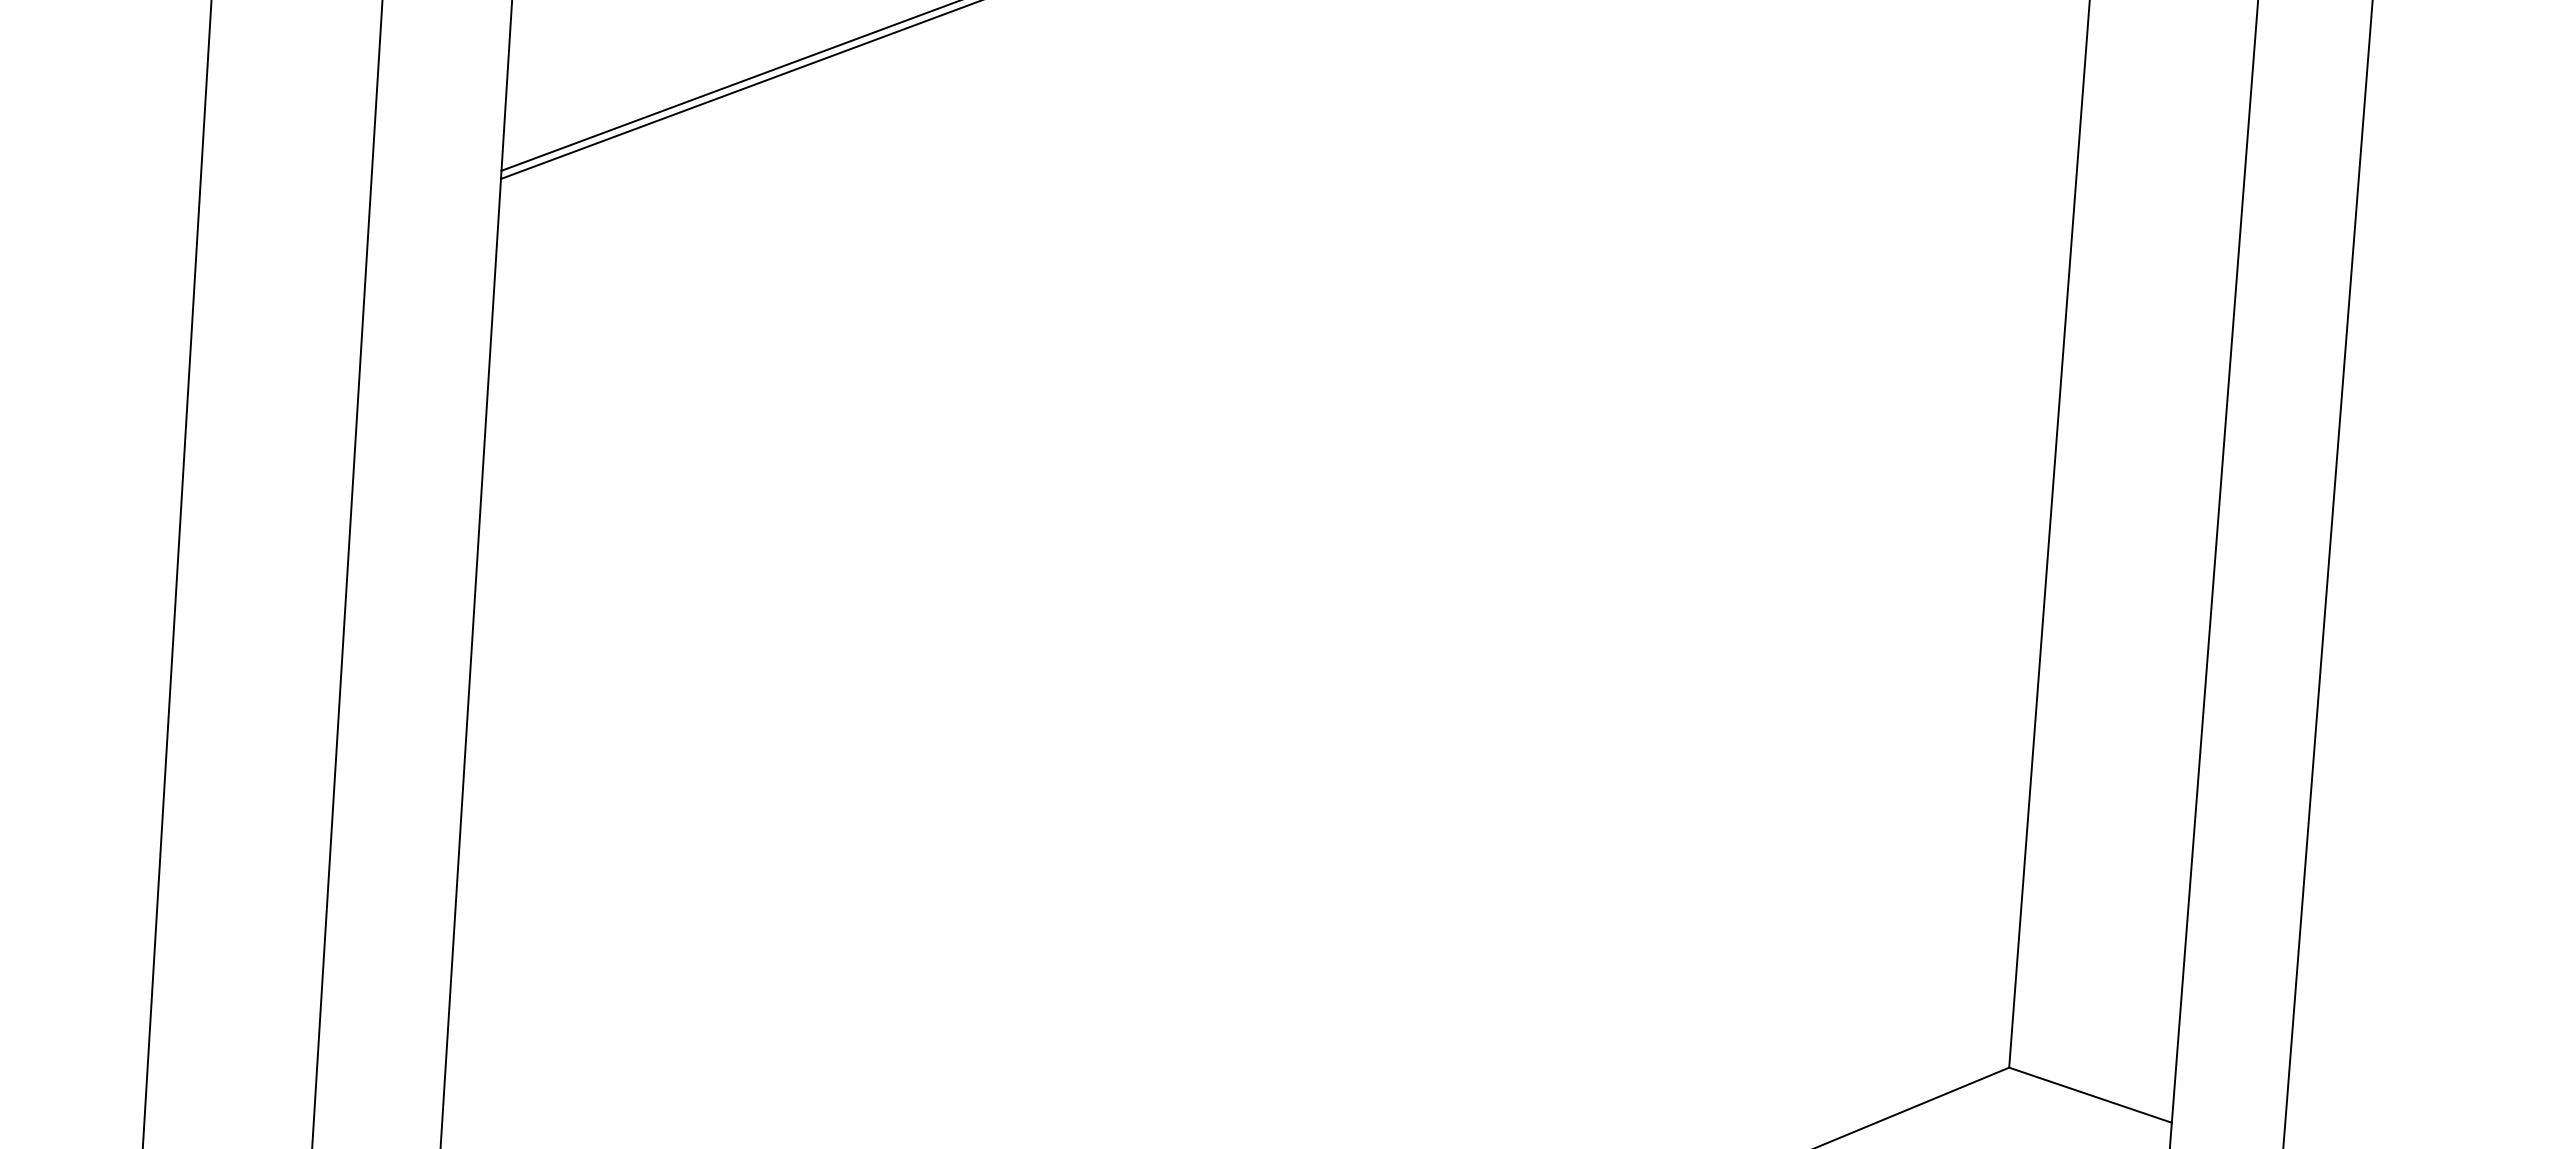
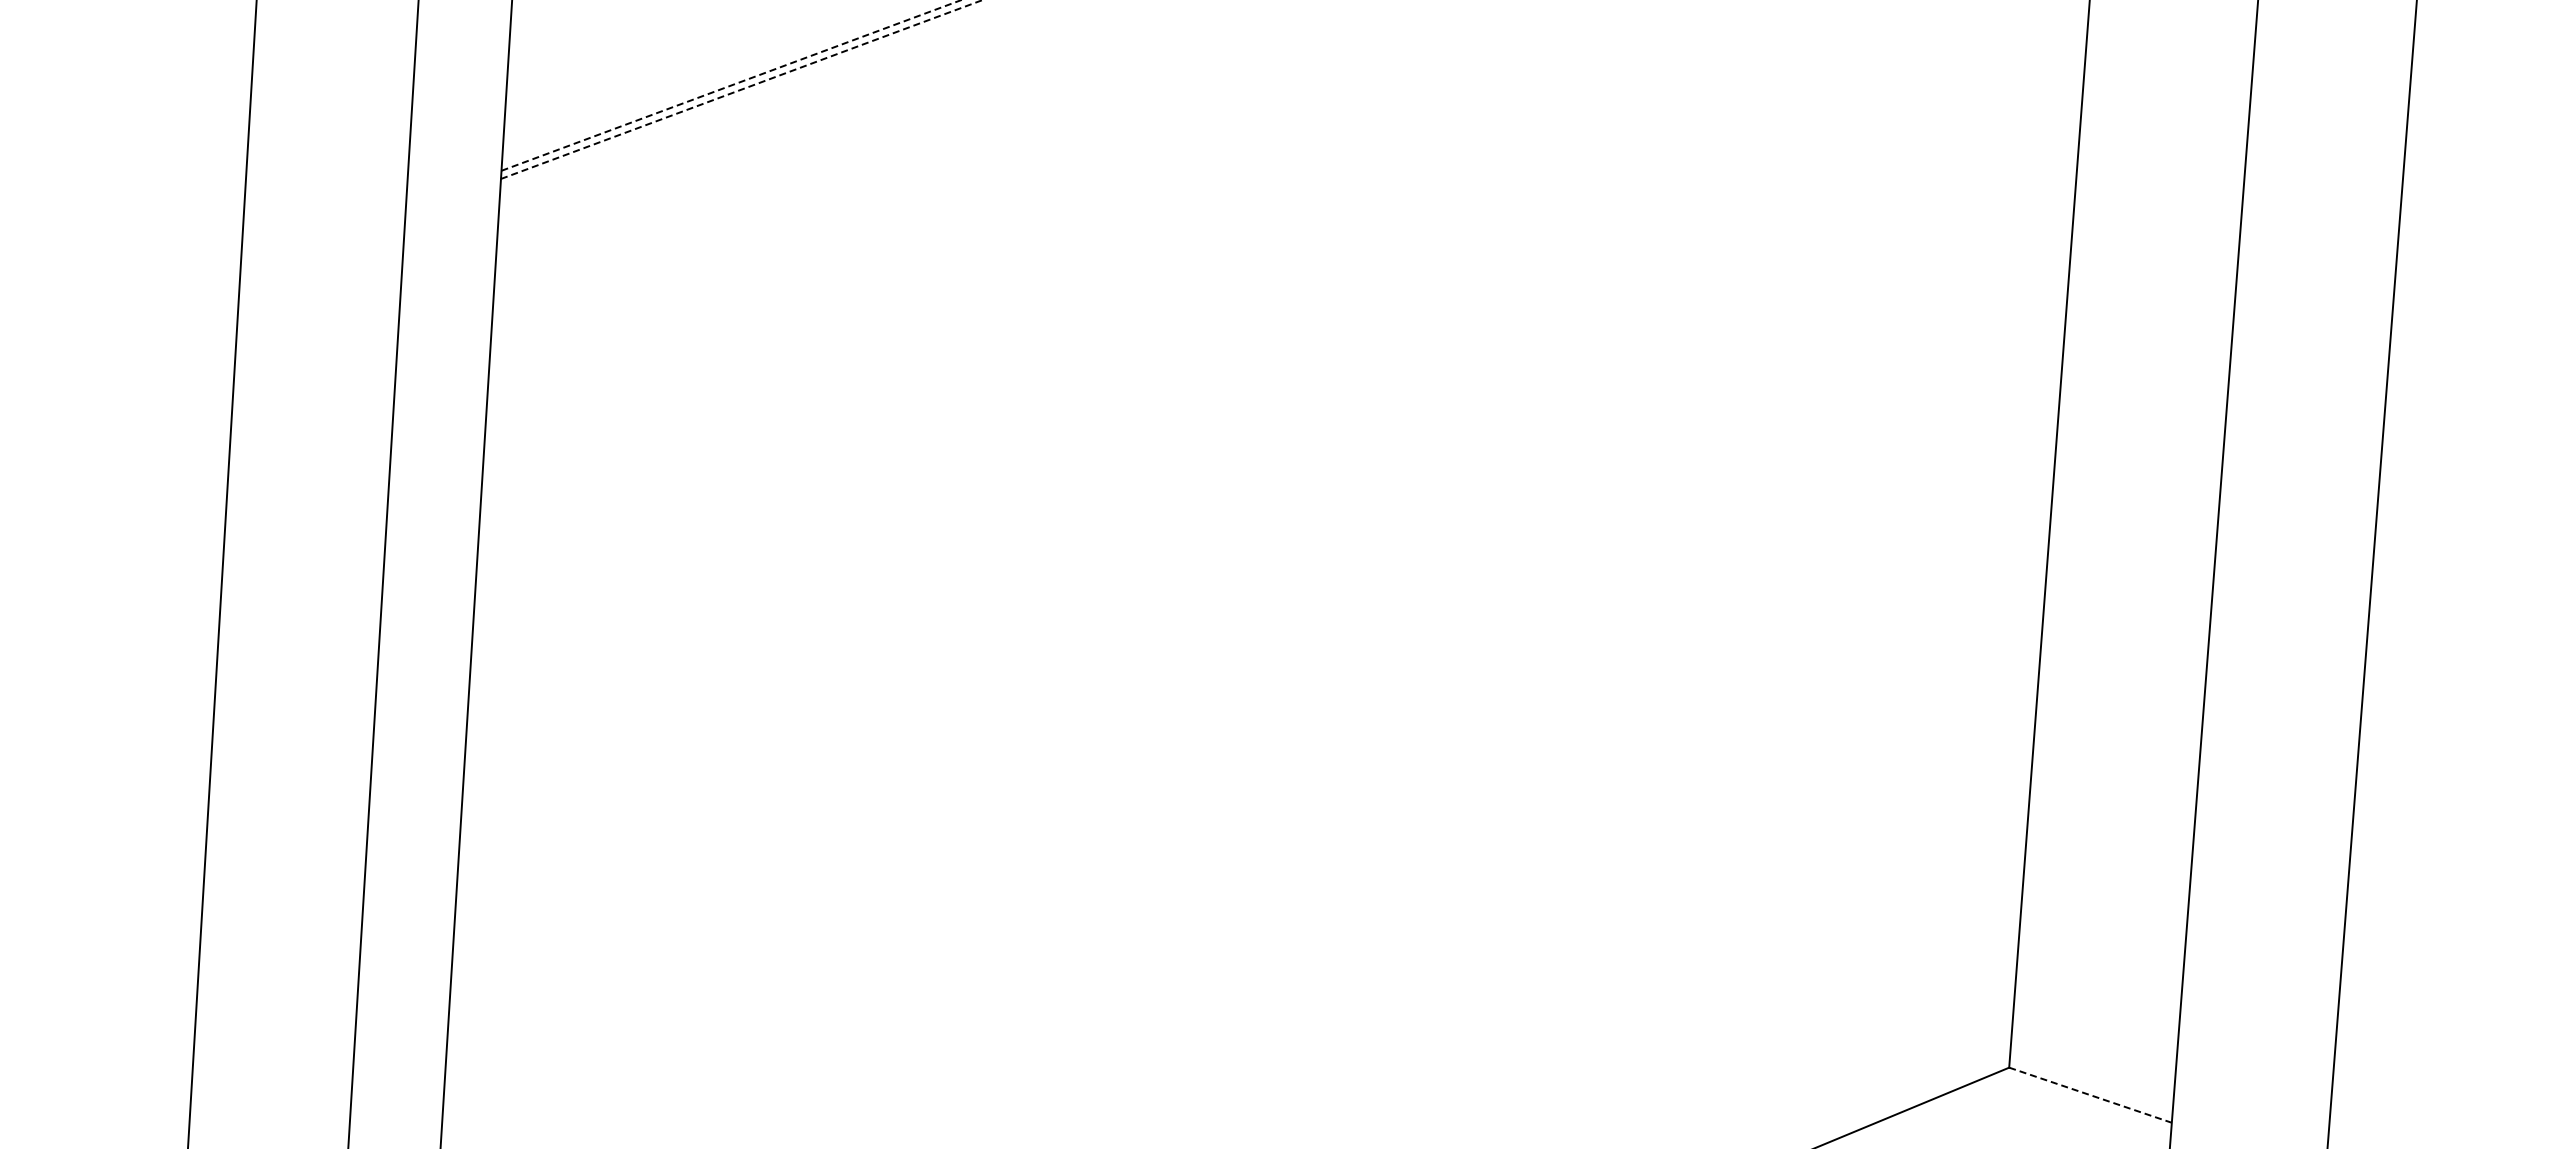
line at (732, 85): solid -> dashed
line at (741, 89): solid -> dashed
line at (176, 573) position: (176, 573) -> (222, 573)
line at (347, 573) position: (347, 573) -> (383, 573)
line at (2327, 573) position: (2327, 573) -> (2371, 573)
line at (2090, 1095): solid -> dashed
